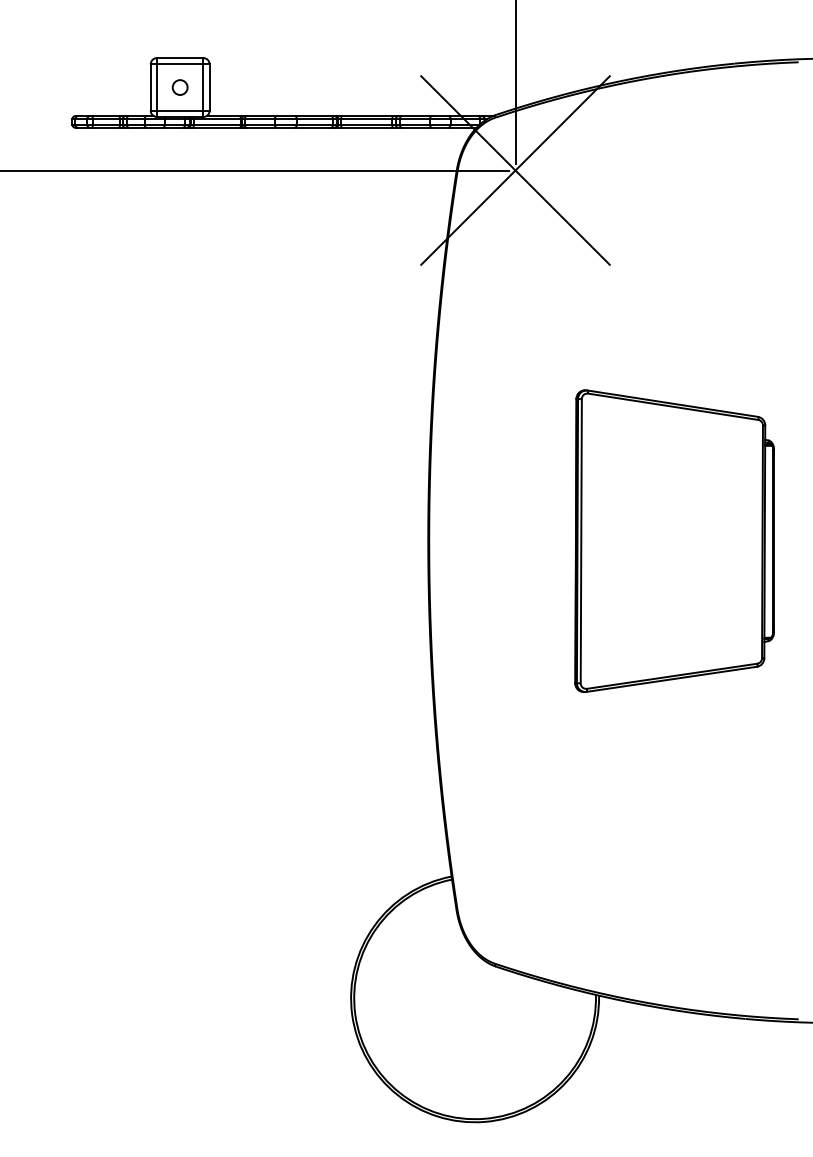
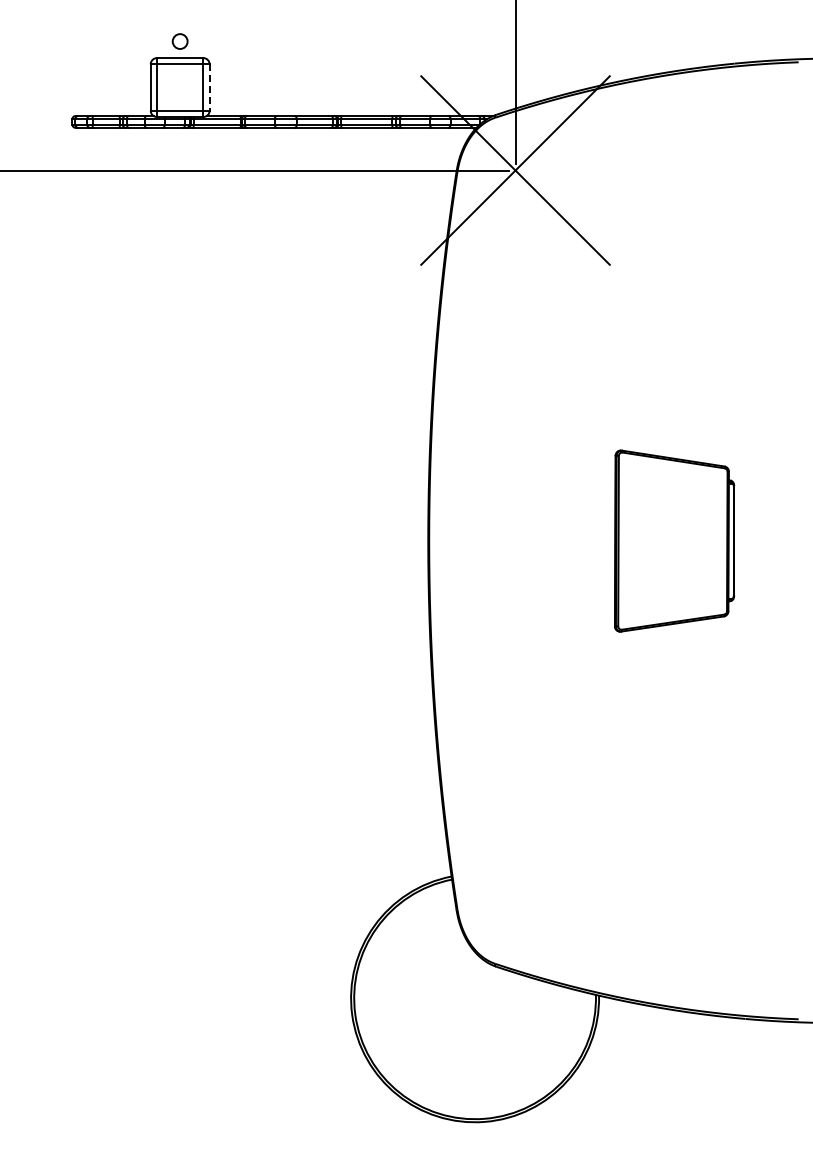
circle at (179, 87) position: (179, 87) -> (179, 41)
line at (209, 88): solid -> dashed
part at (674, 540) size: 201x304 px -> 122x184 px
